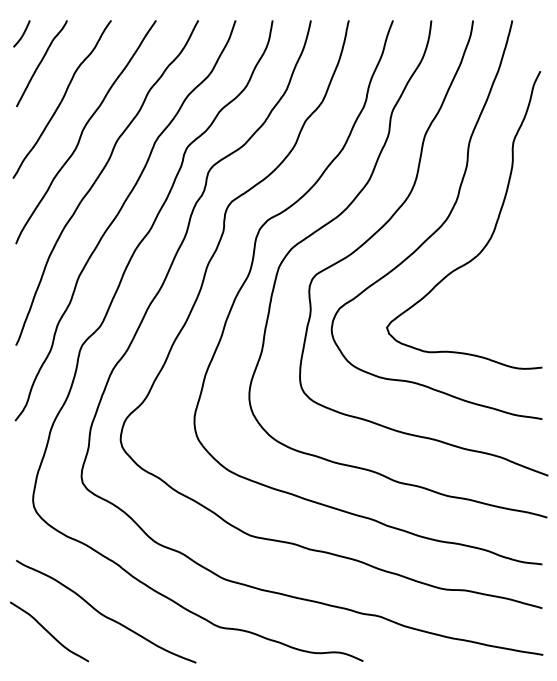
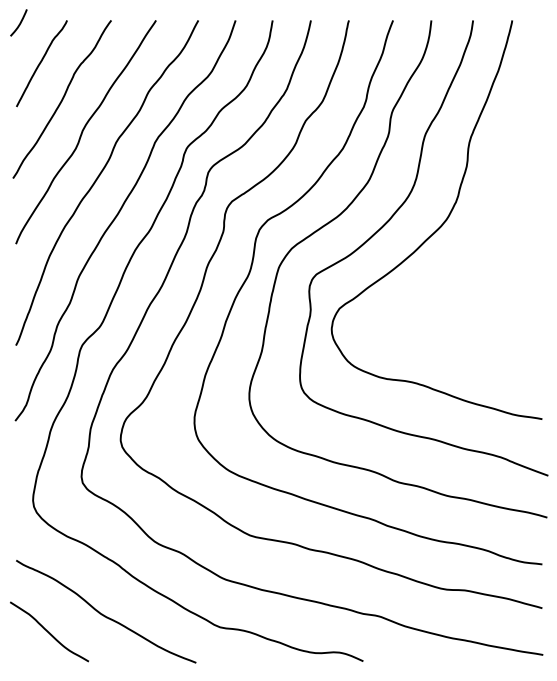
curve at (22, 33) position: (22, 33) -> (19, 22)
curve at (491, 233): present -> none
